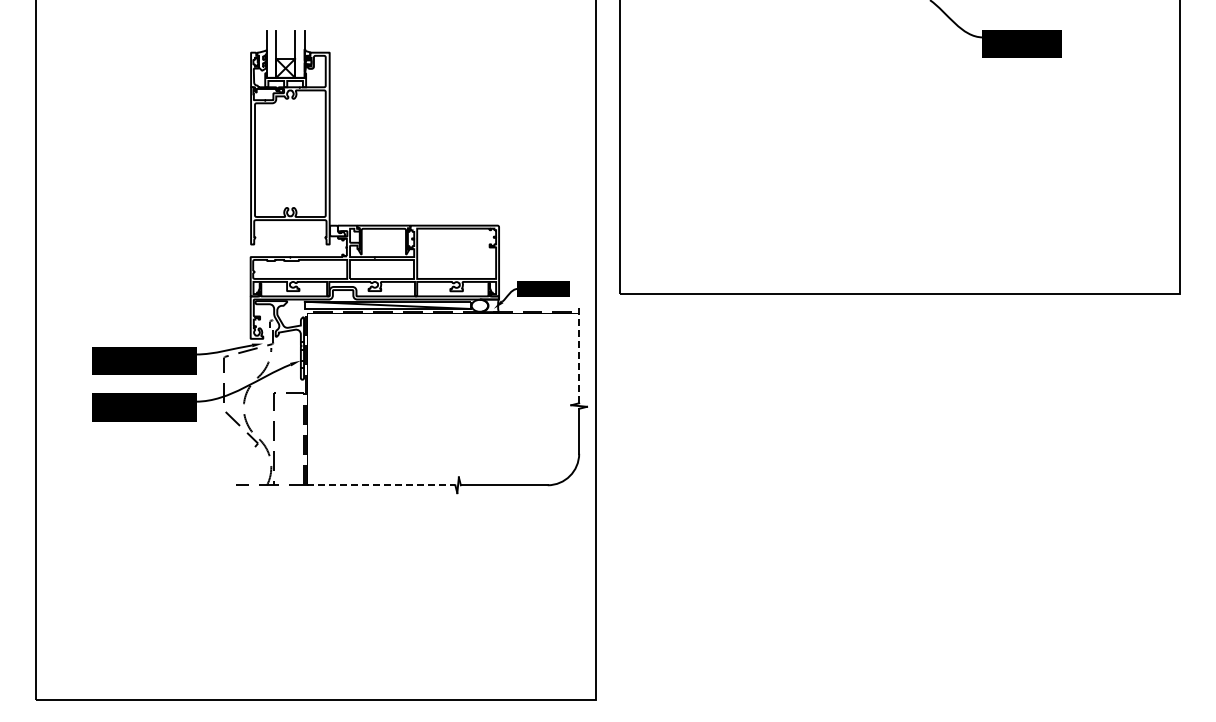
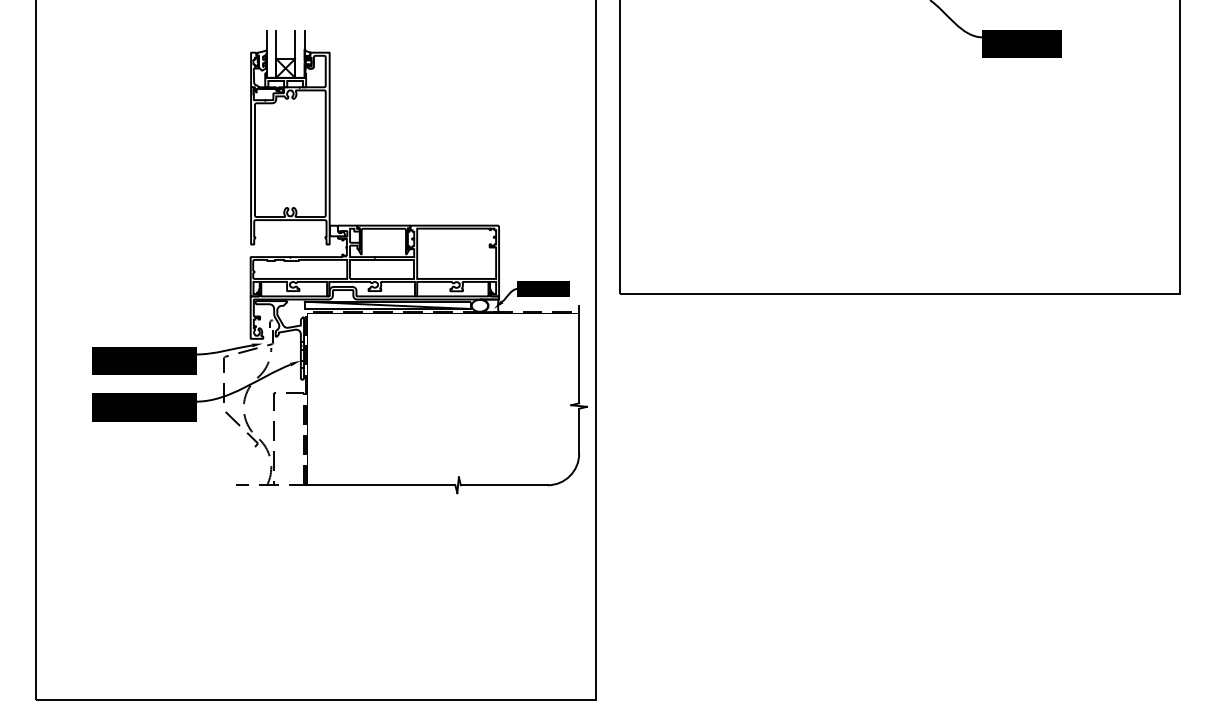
line at (579, 354): dashed -> solid
line at (381, 485): dashed -> solid
